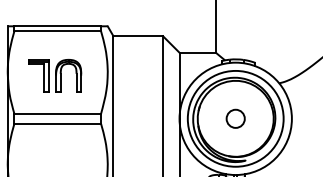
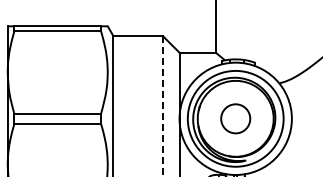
part at (55, 75): present -> none
line at (163, 106): solid -> dashed
circle at (235, 118) diameter: 18 px -> 29 px
